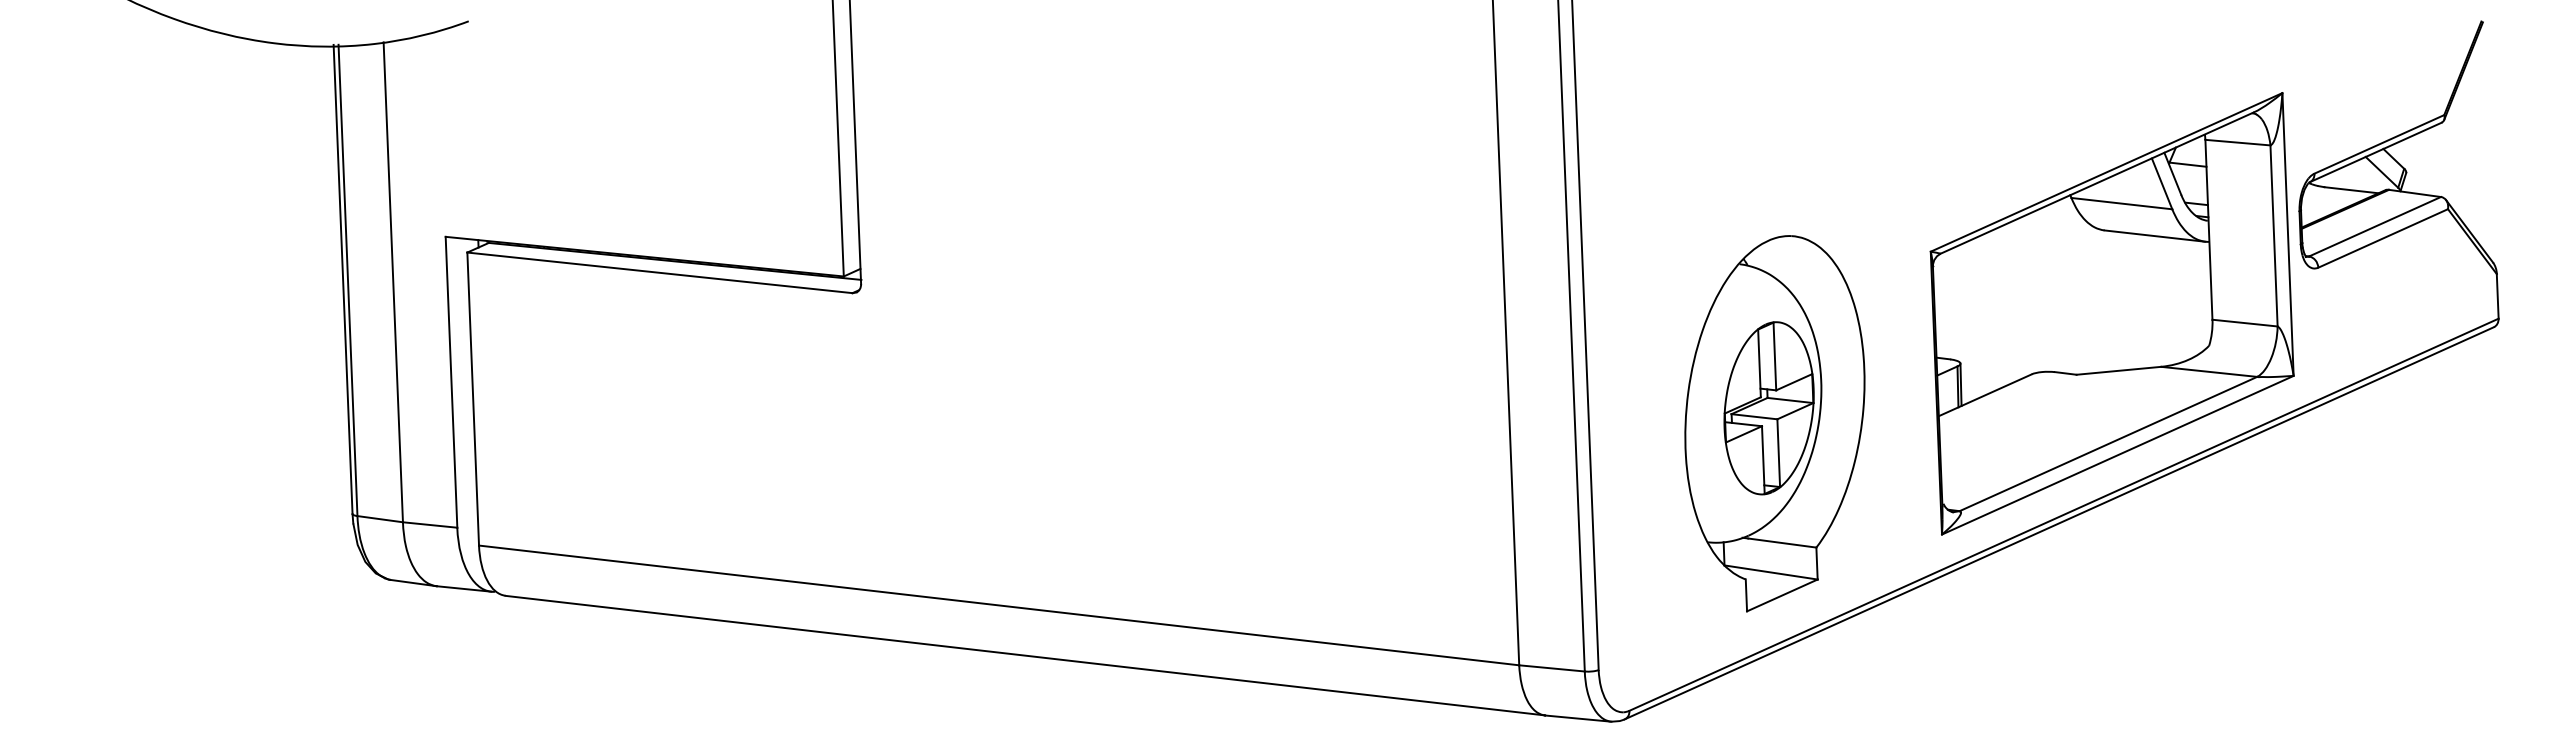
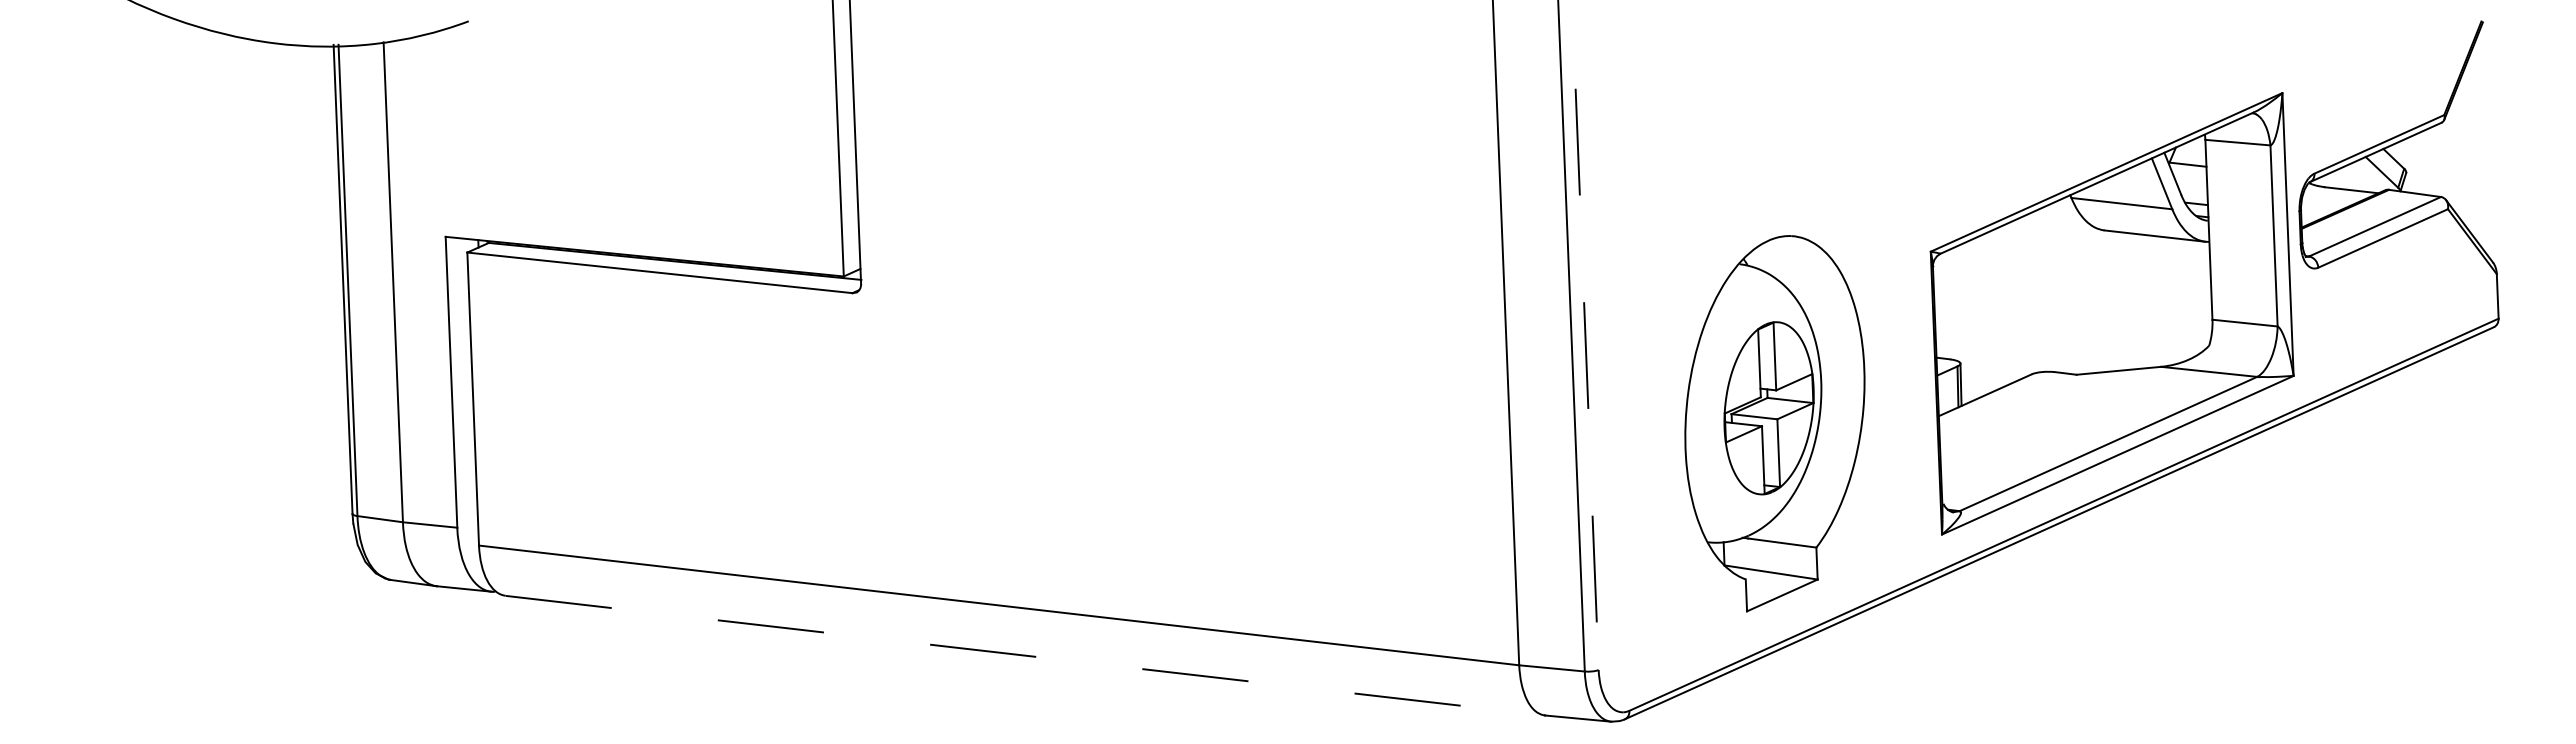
line at (1585, 335): solid -> dashed
line at (1025, 655): solid -> dashed
